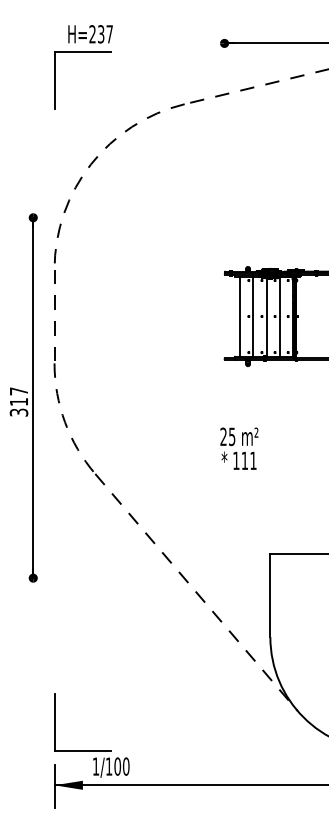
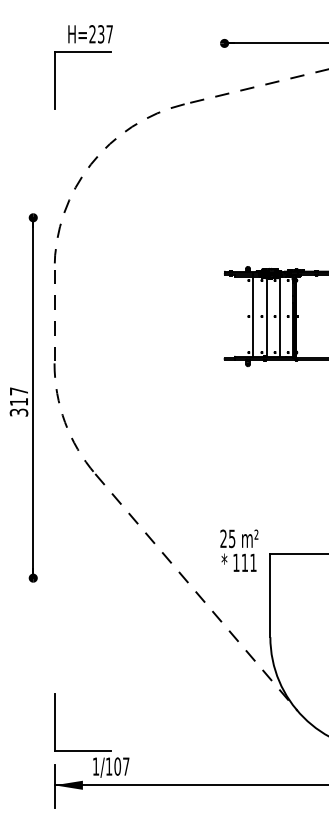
line at (240, 316): present -> none
text at (239, 448) position: (239, 448) -> (239, 550)
text at (126, 766): 1/100 -> 1/107
